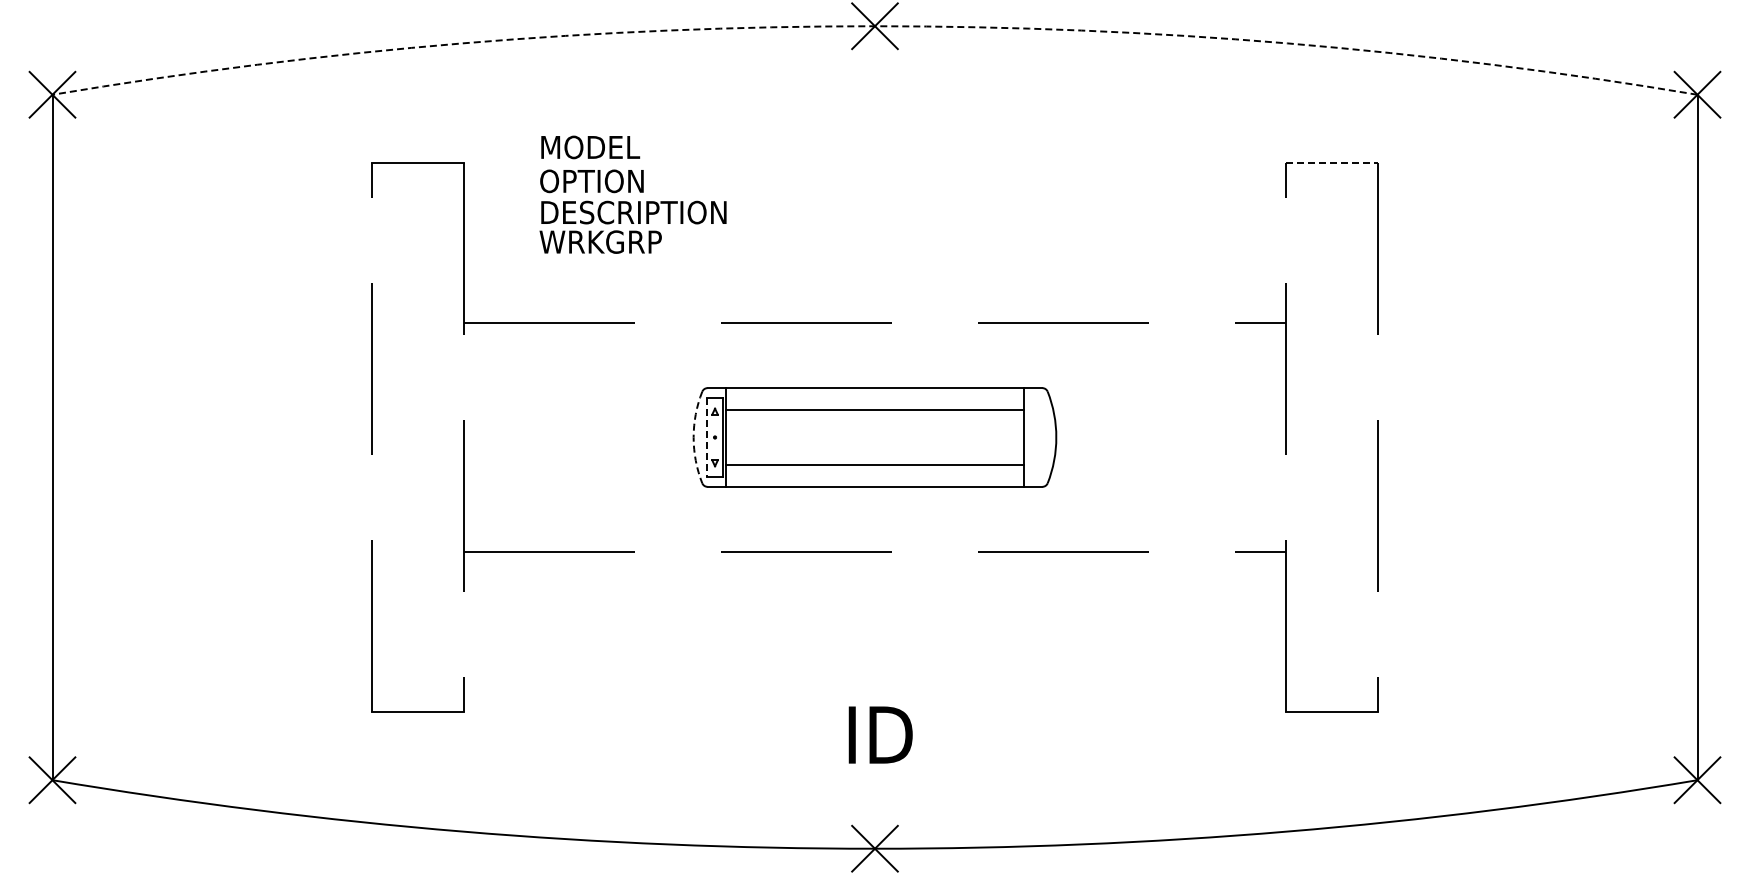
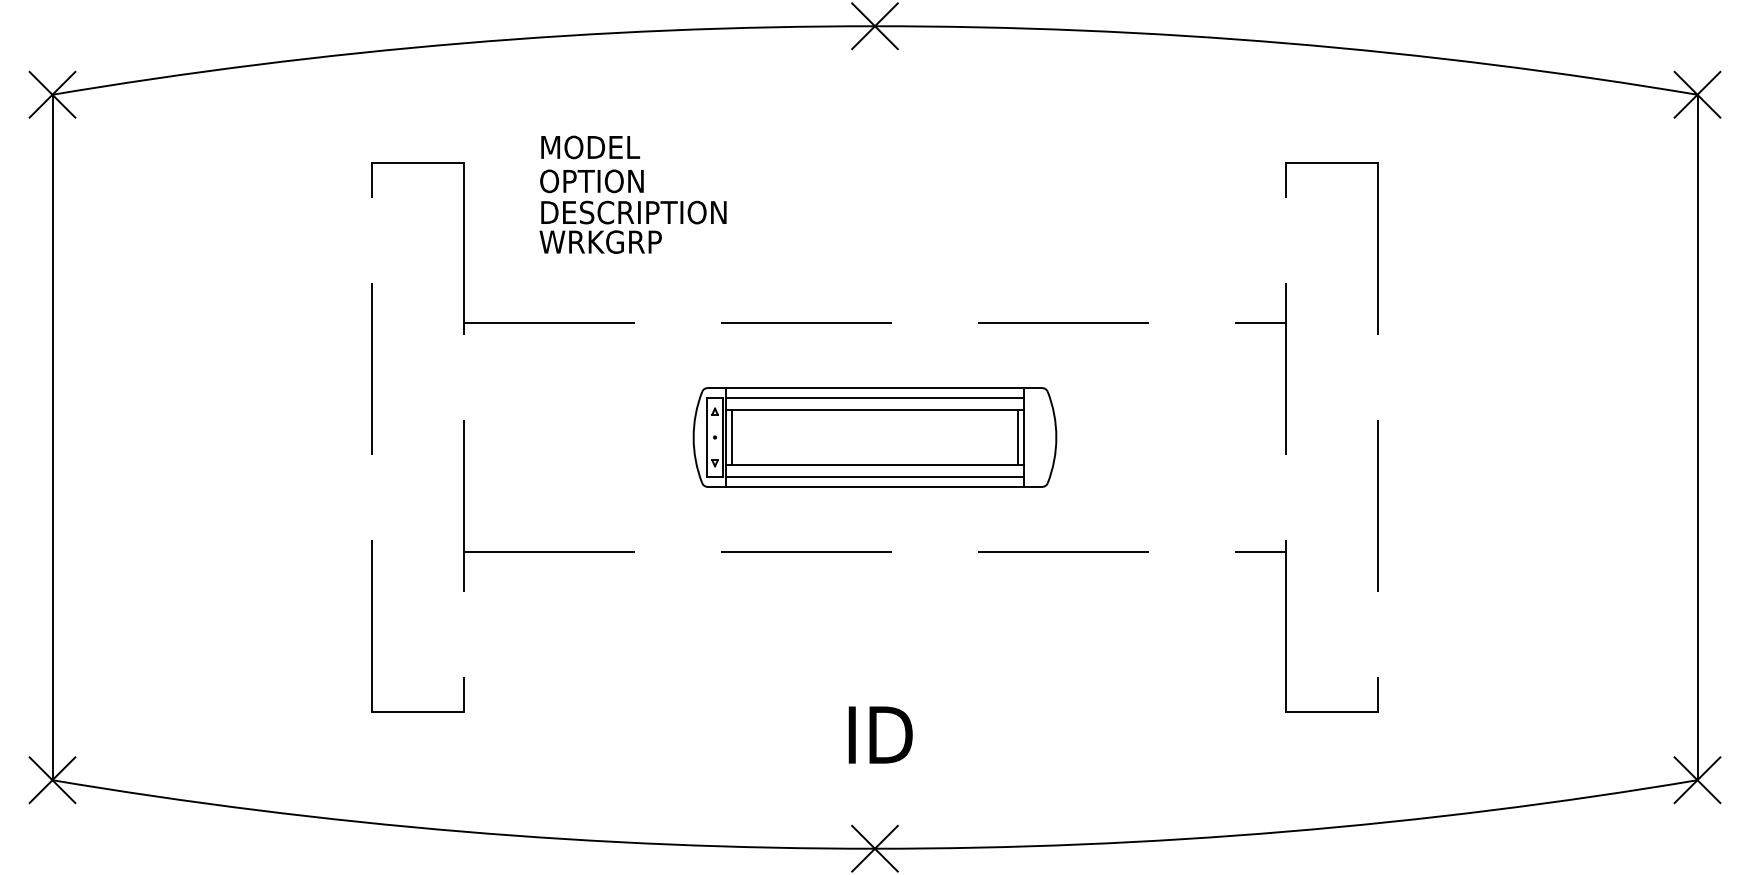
arc at (875, 26): dashed -> solid
line at (1331, 163): dashed -> solid
line at (874, 398): none -> present
arc at (693, 437): dashed -> solid
line at (707, 437): dashed -> solid
line at (732, 437): none -> present
line at (1017, 437): none -> present
line at (874, 477): none -> present
